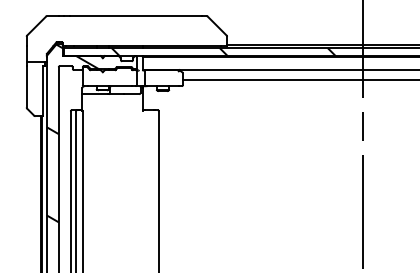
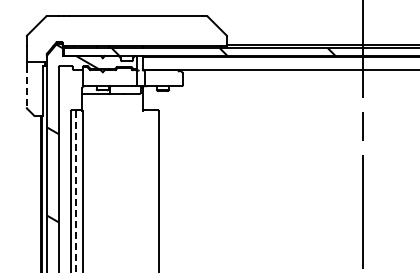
line at (299, 80): present -> none
line at (26, 86): solid -> dashed
line at (76, 192): solid -> dashed
